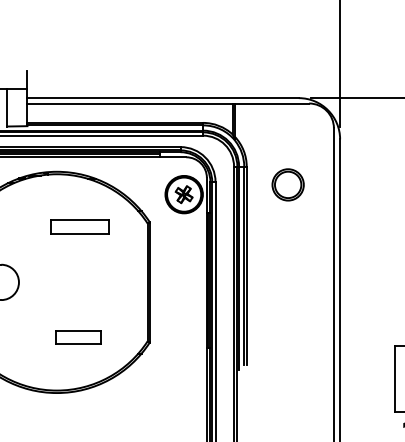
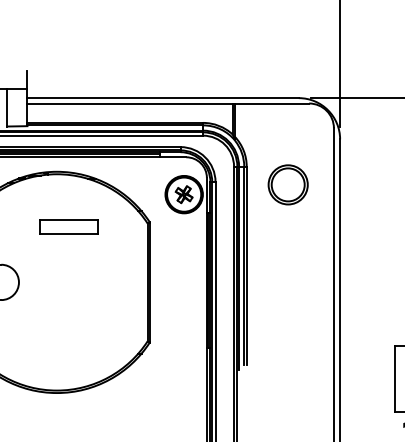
part at (287, 184) size: 34x34 px -> 42x42 px
part at (79, 226) position: (79, 226) -> (68, 226)
part at (78, 337): present -> none
